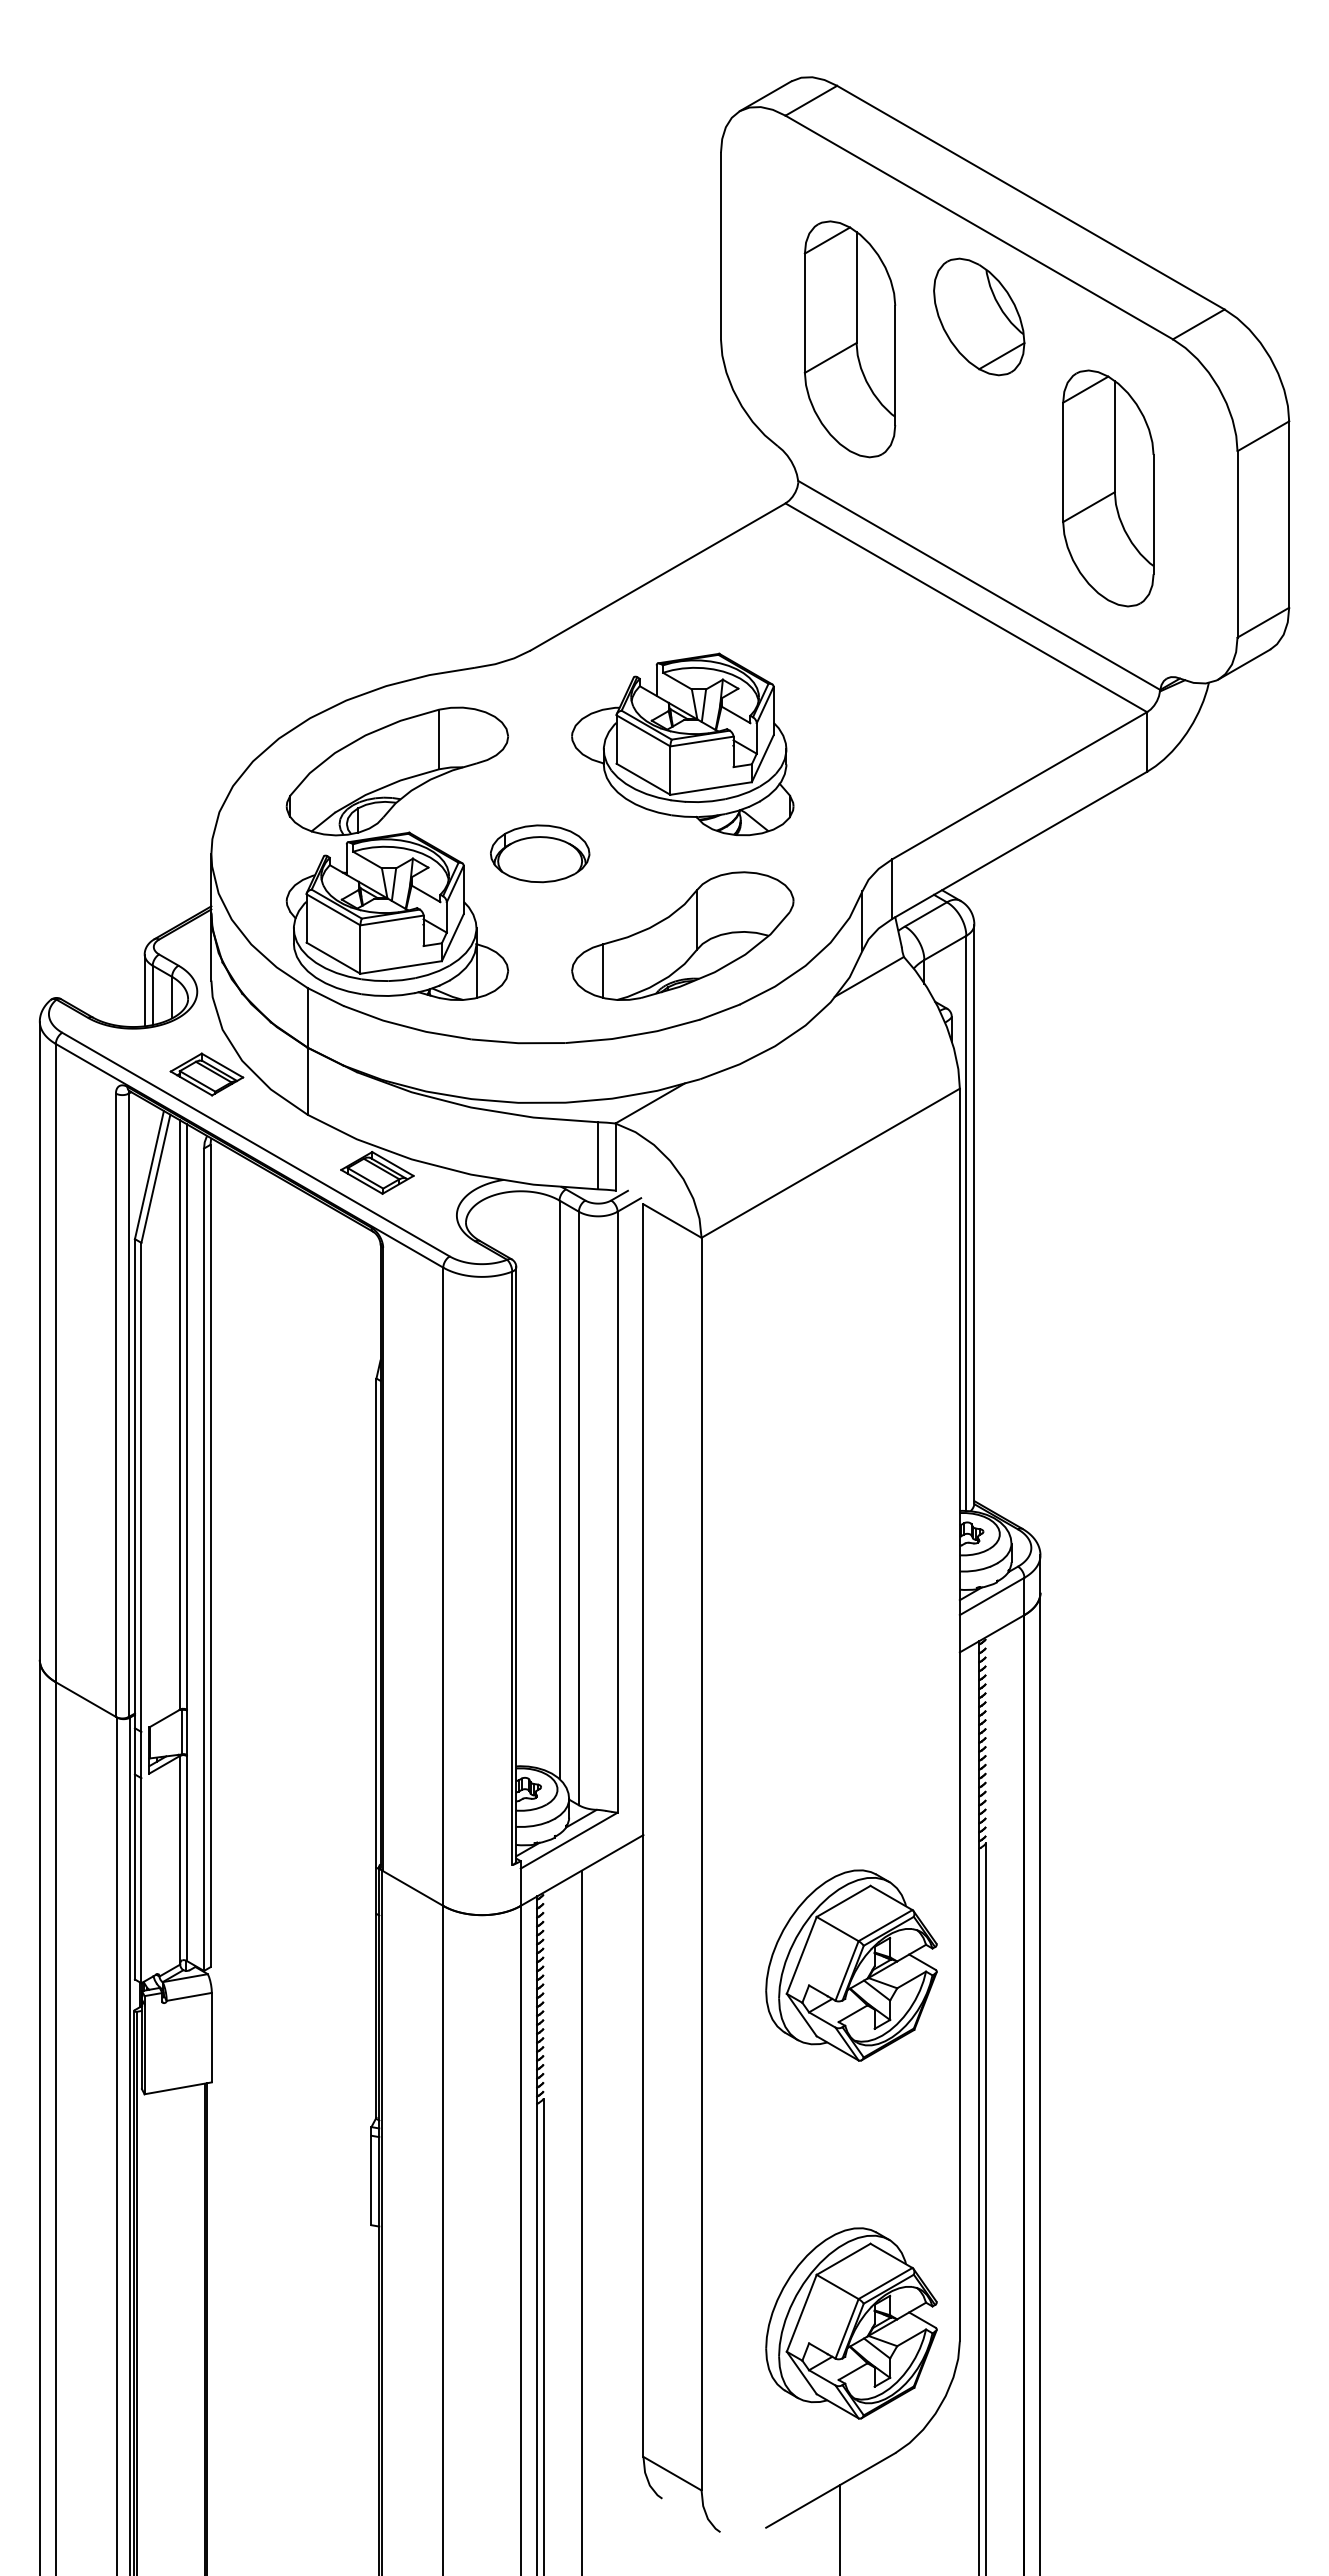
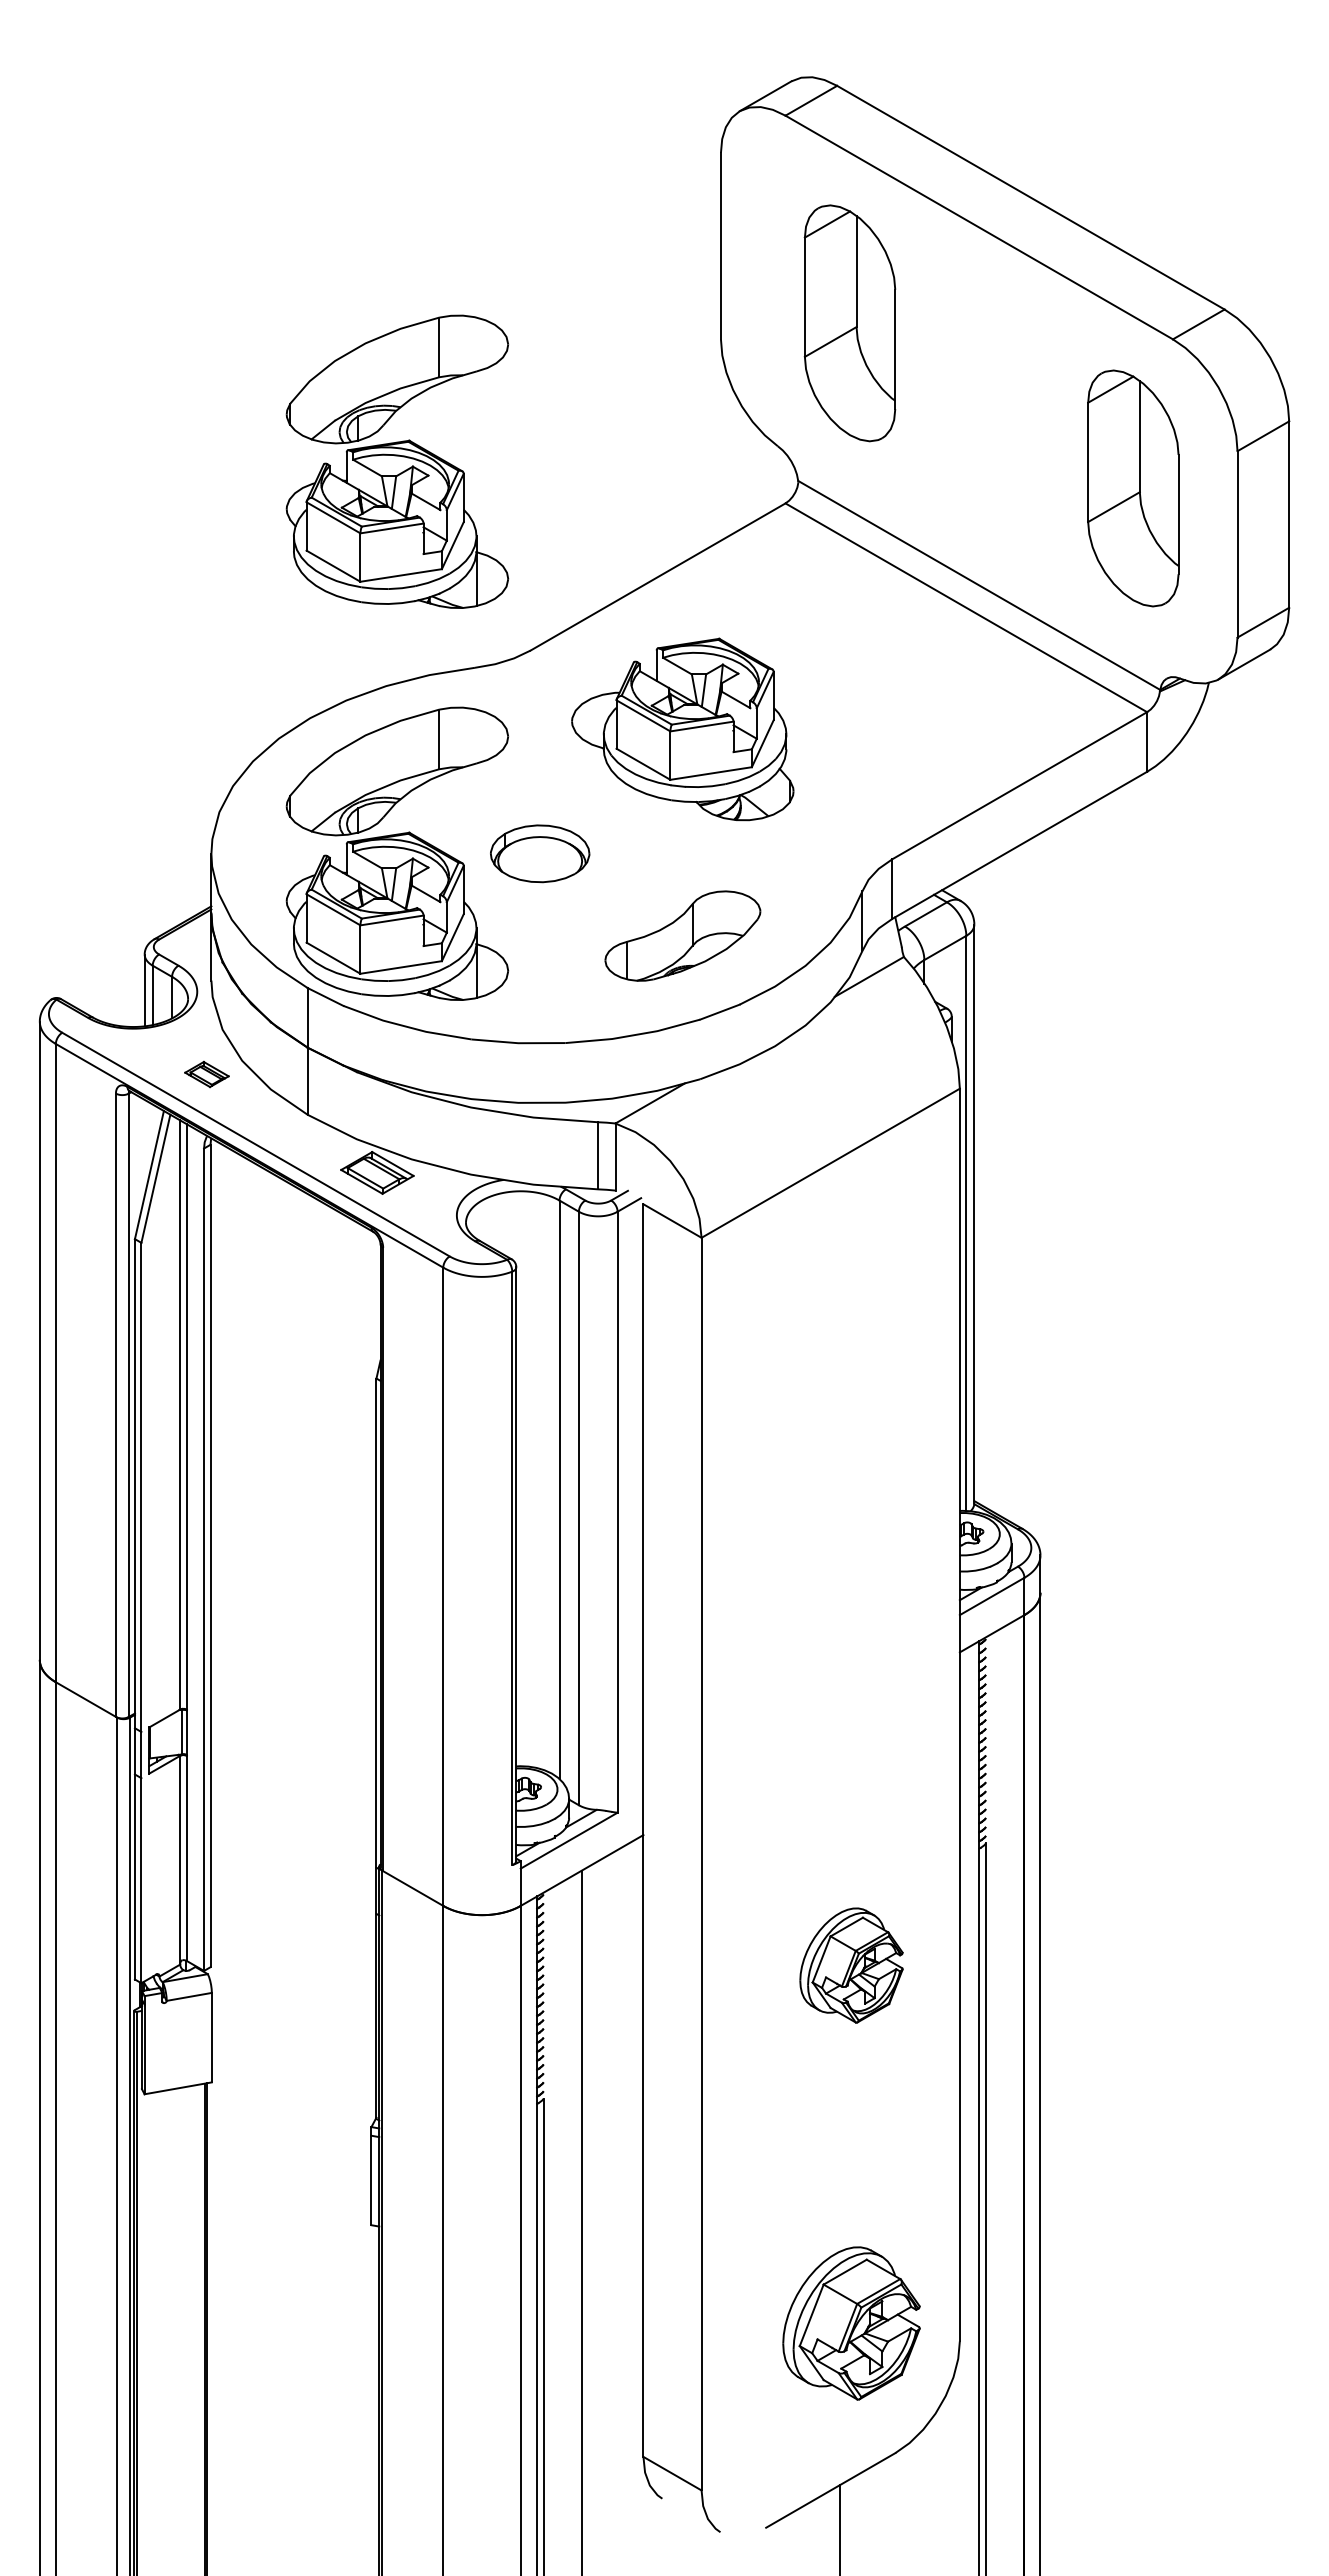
part at (979, 316): present -> none
part at (849, 339) position: (849, 339) -> (849, 323)
part at (397, 461): none -> present
part at (1108, 488) position: (1108, 488) -> (1133, 488)
part at (682, 744) position: (682, 744) -> (682, 729)
part at (682, 935) size: 224x130 px -> 158x92 px
part at (206, 1074) size: 76x45 px -> 46x29 px
part at (851, 1965) size: 173x193 px -> 105x117 px
part at (851, 2323) size: 173x193 px -> 139x155 px
